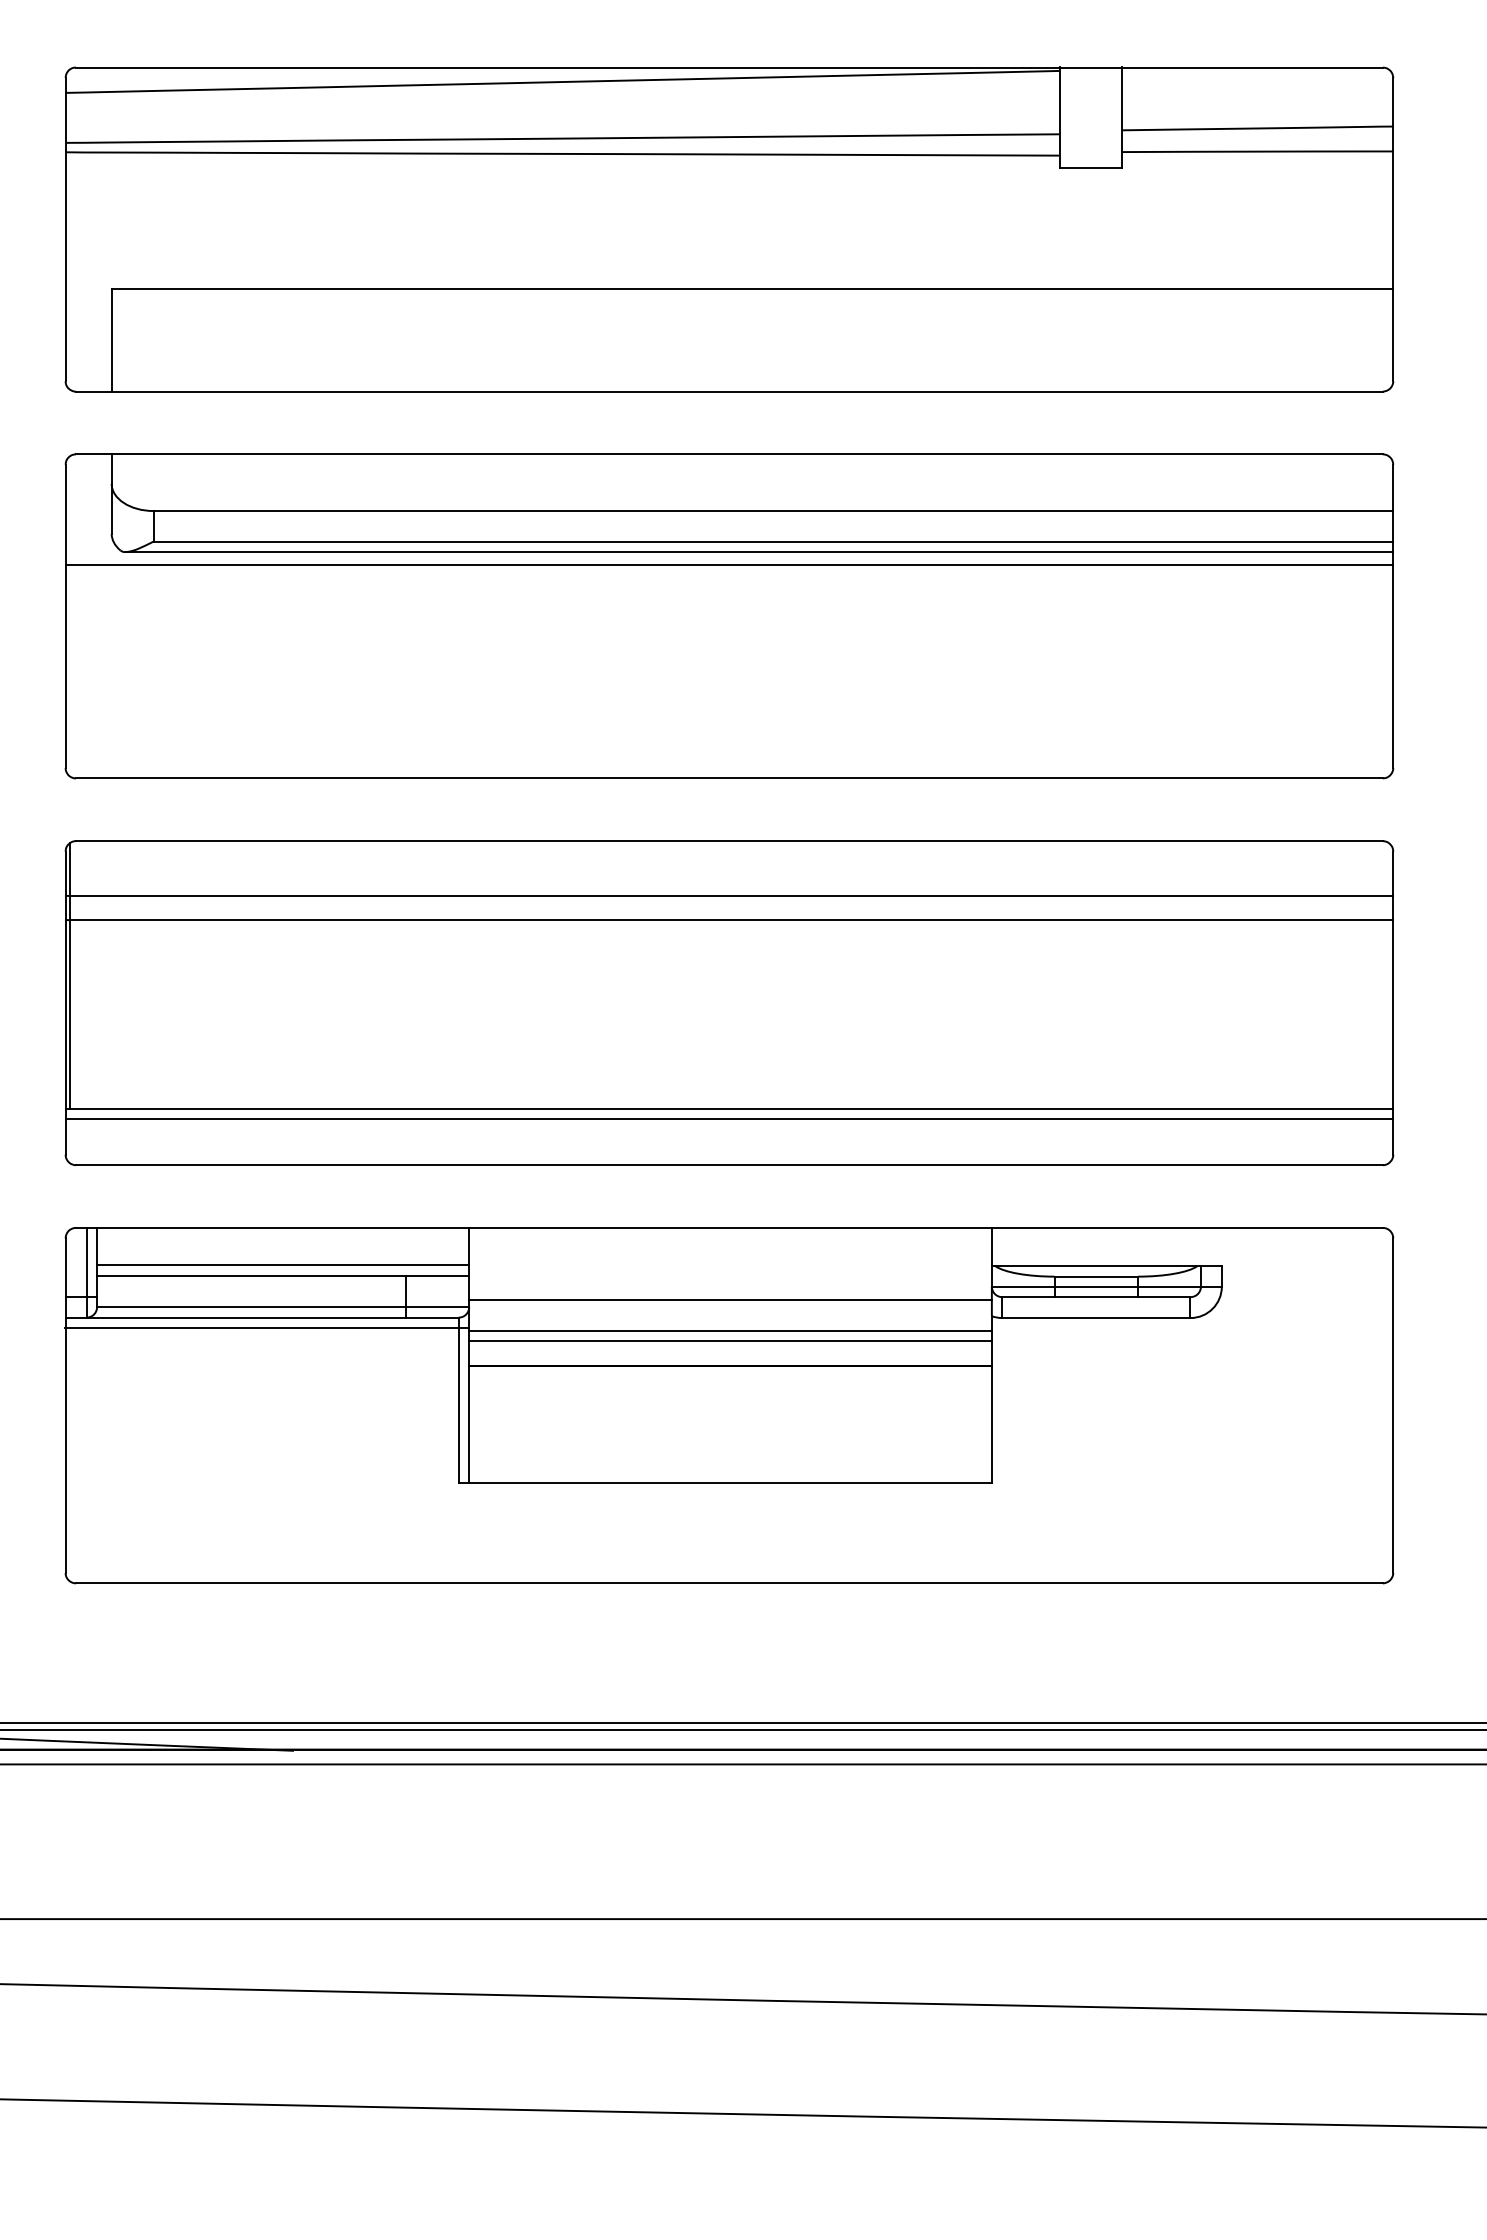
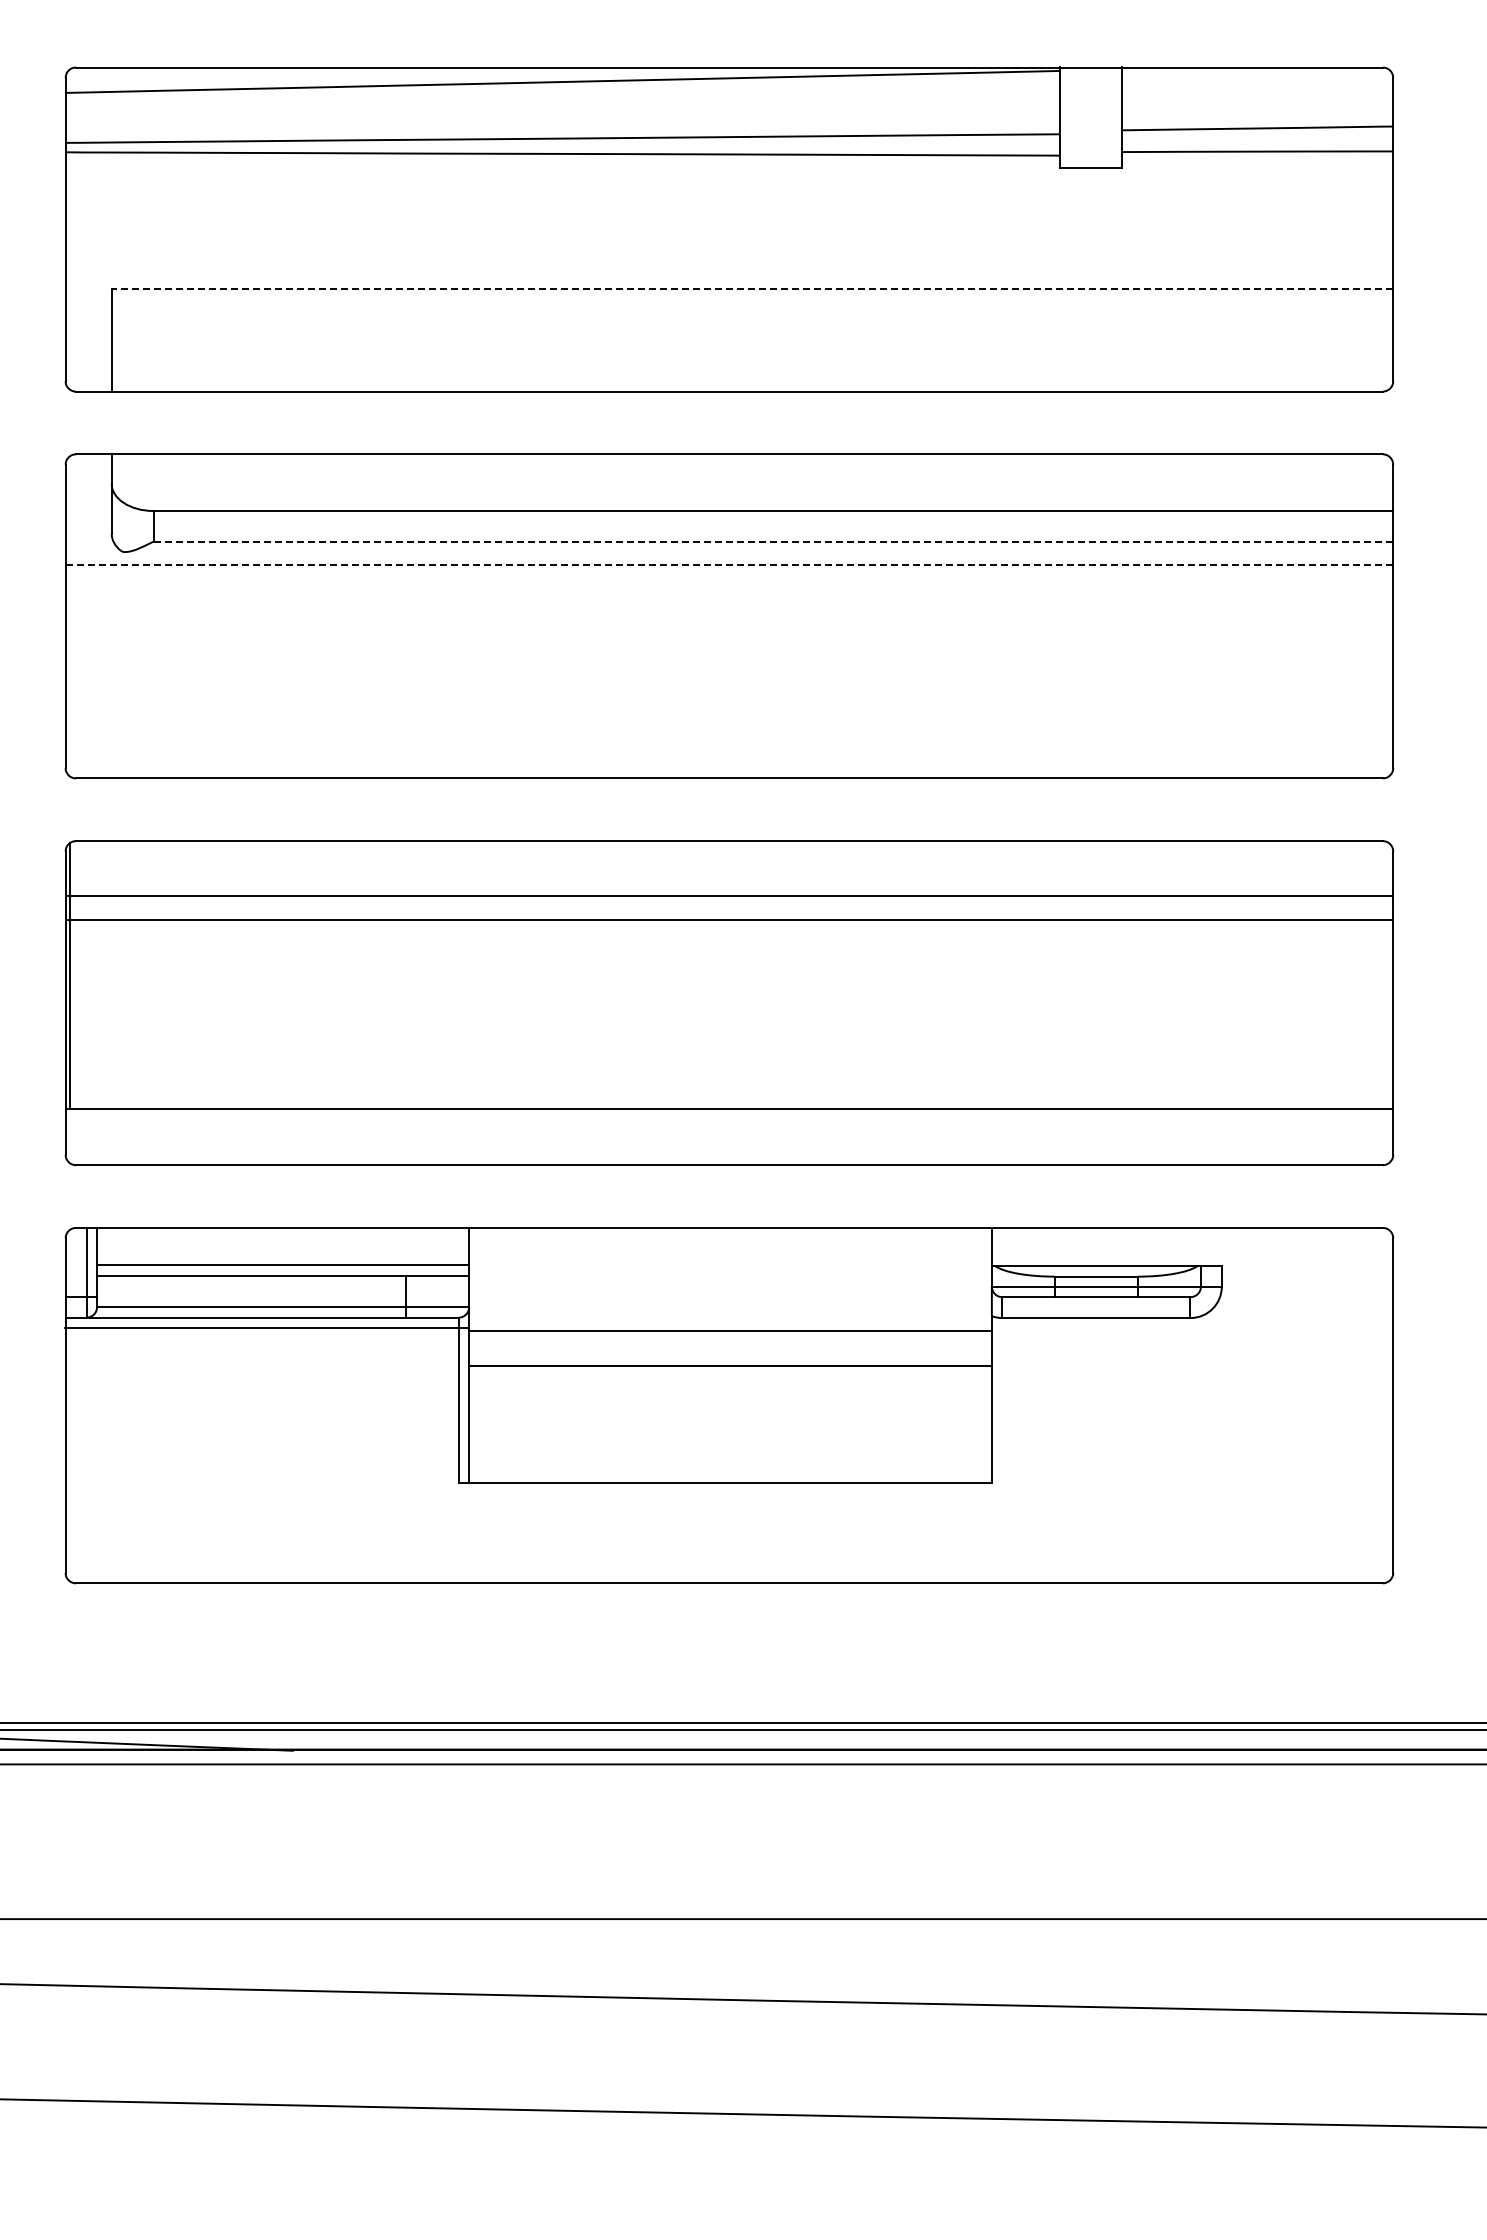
line at (752, 288): solid -> dashed
line at (773, 541): solid -> dashed
line at (759, 552): present -> none
line at (729, 564): solid -> dashed
line at (729, 1119): present -> none
line at (730, 1300): present -> none
line at (730, 1341): present -> none
